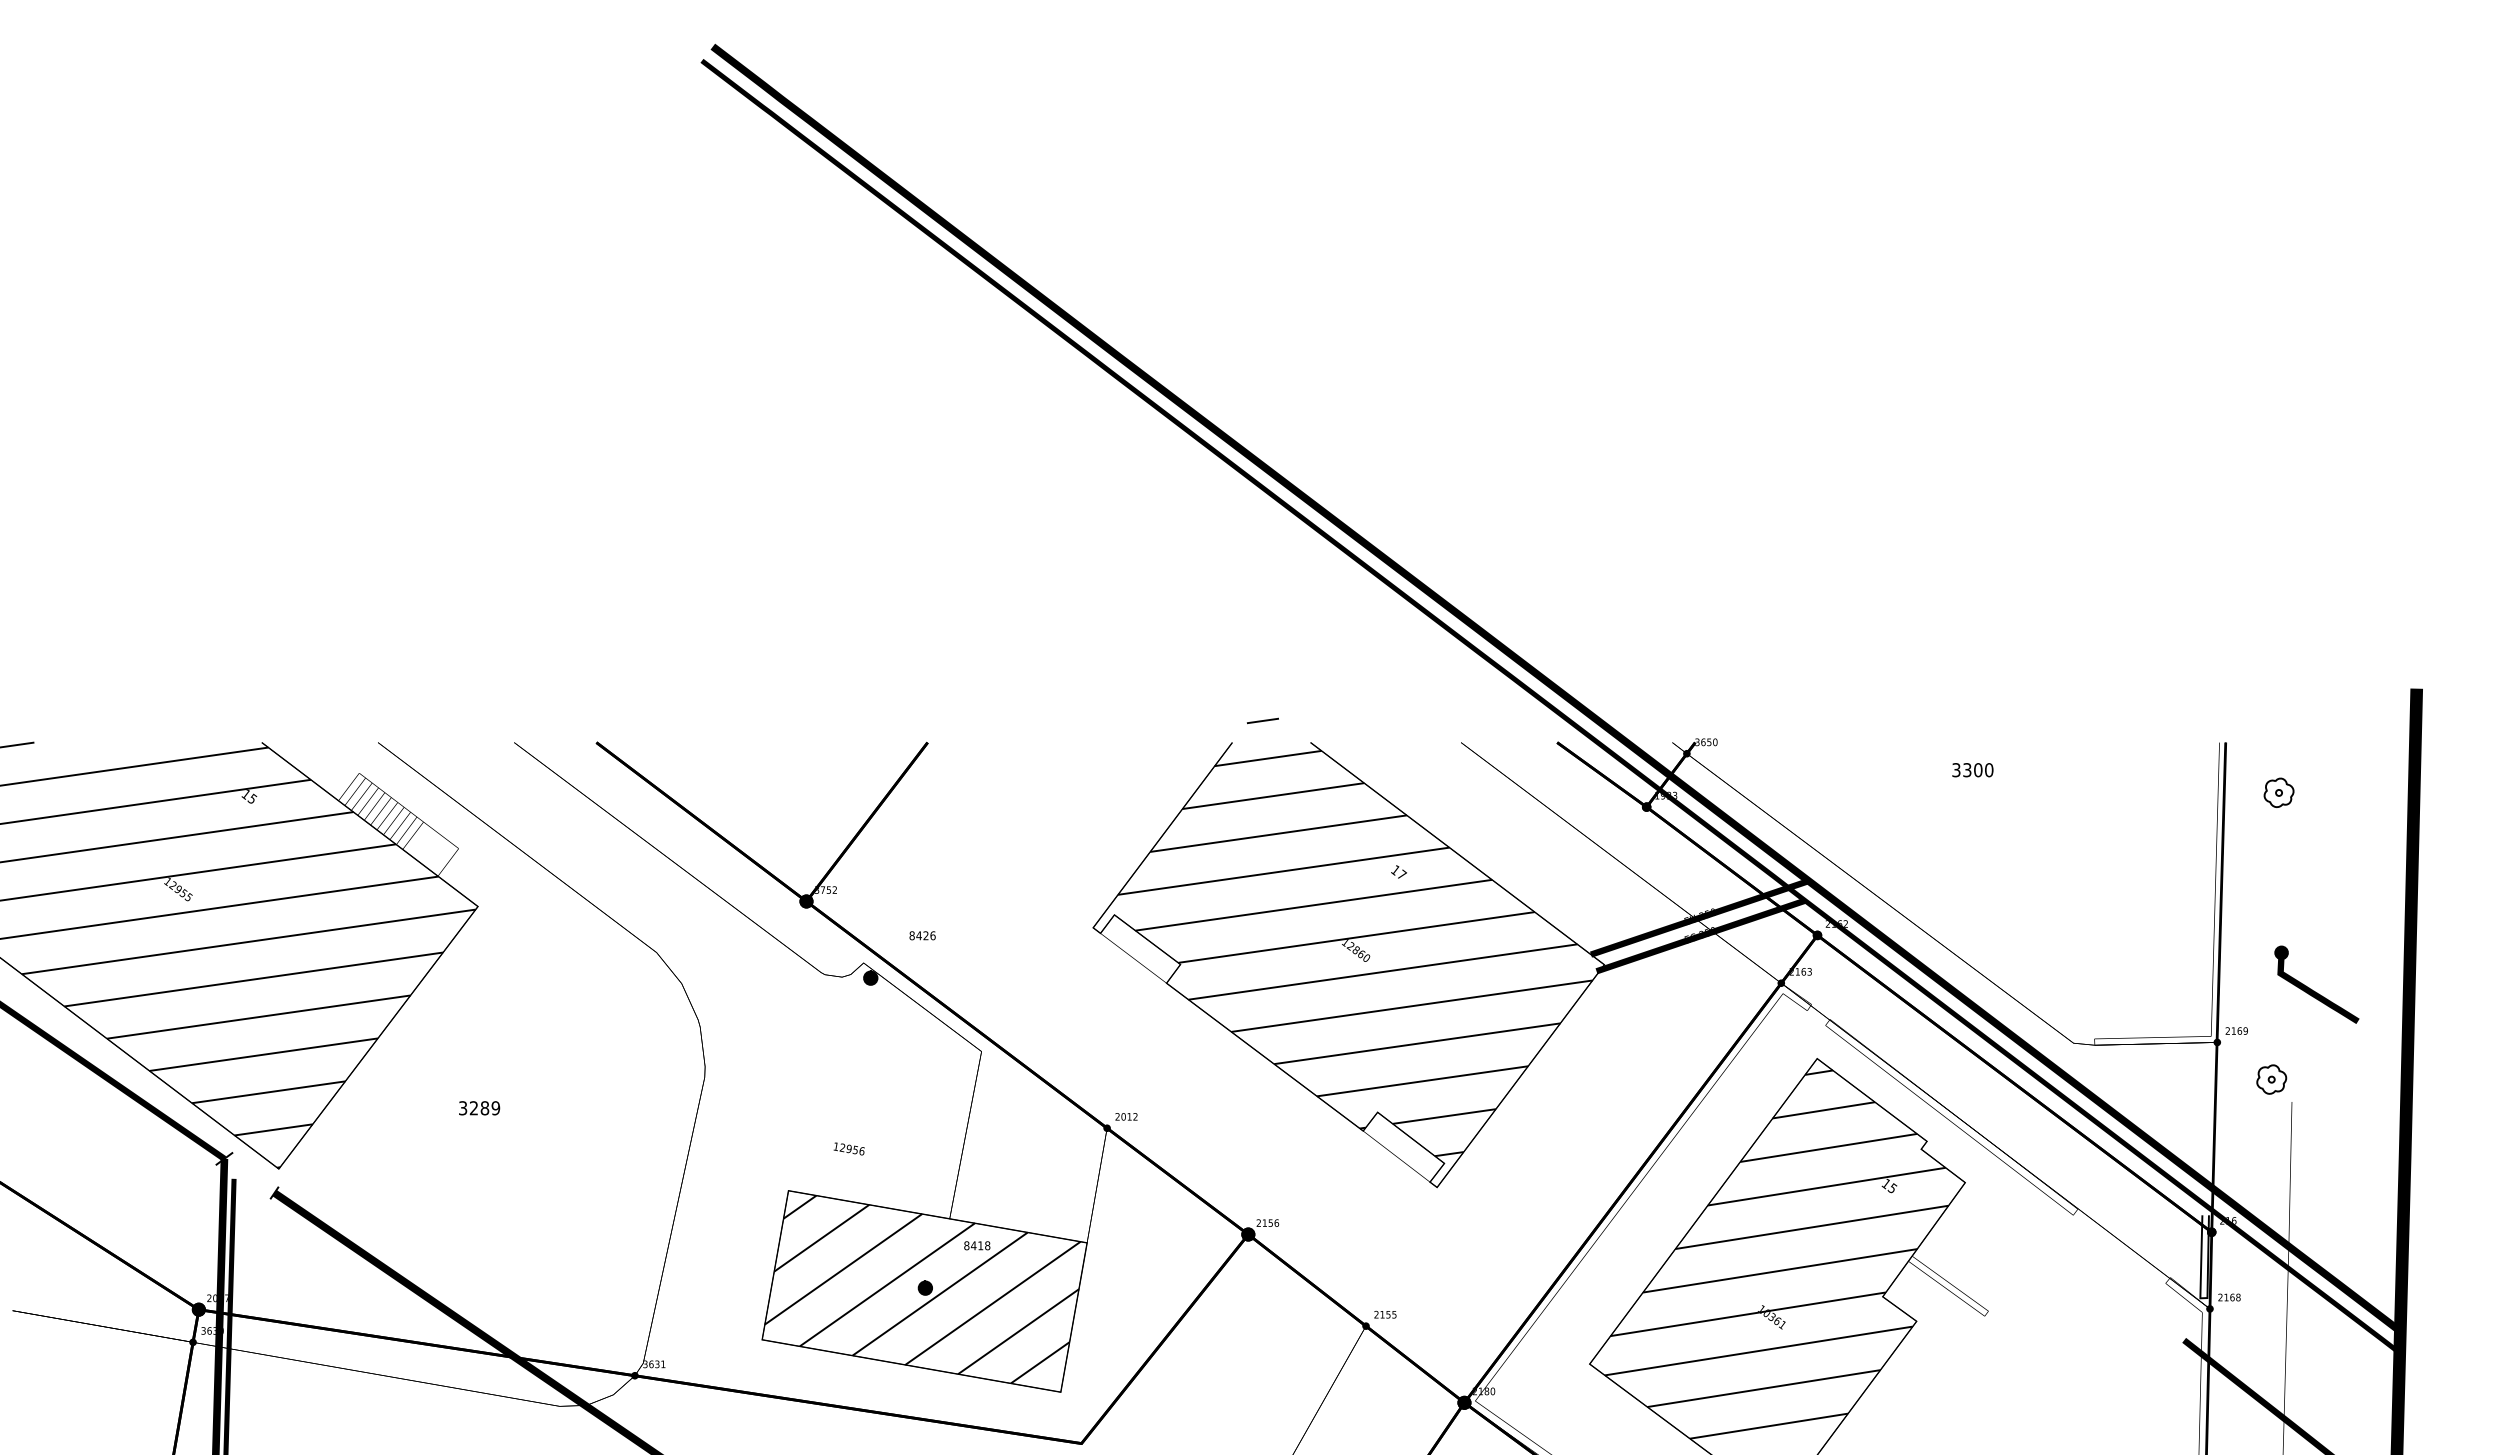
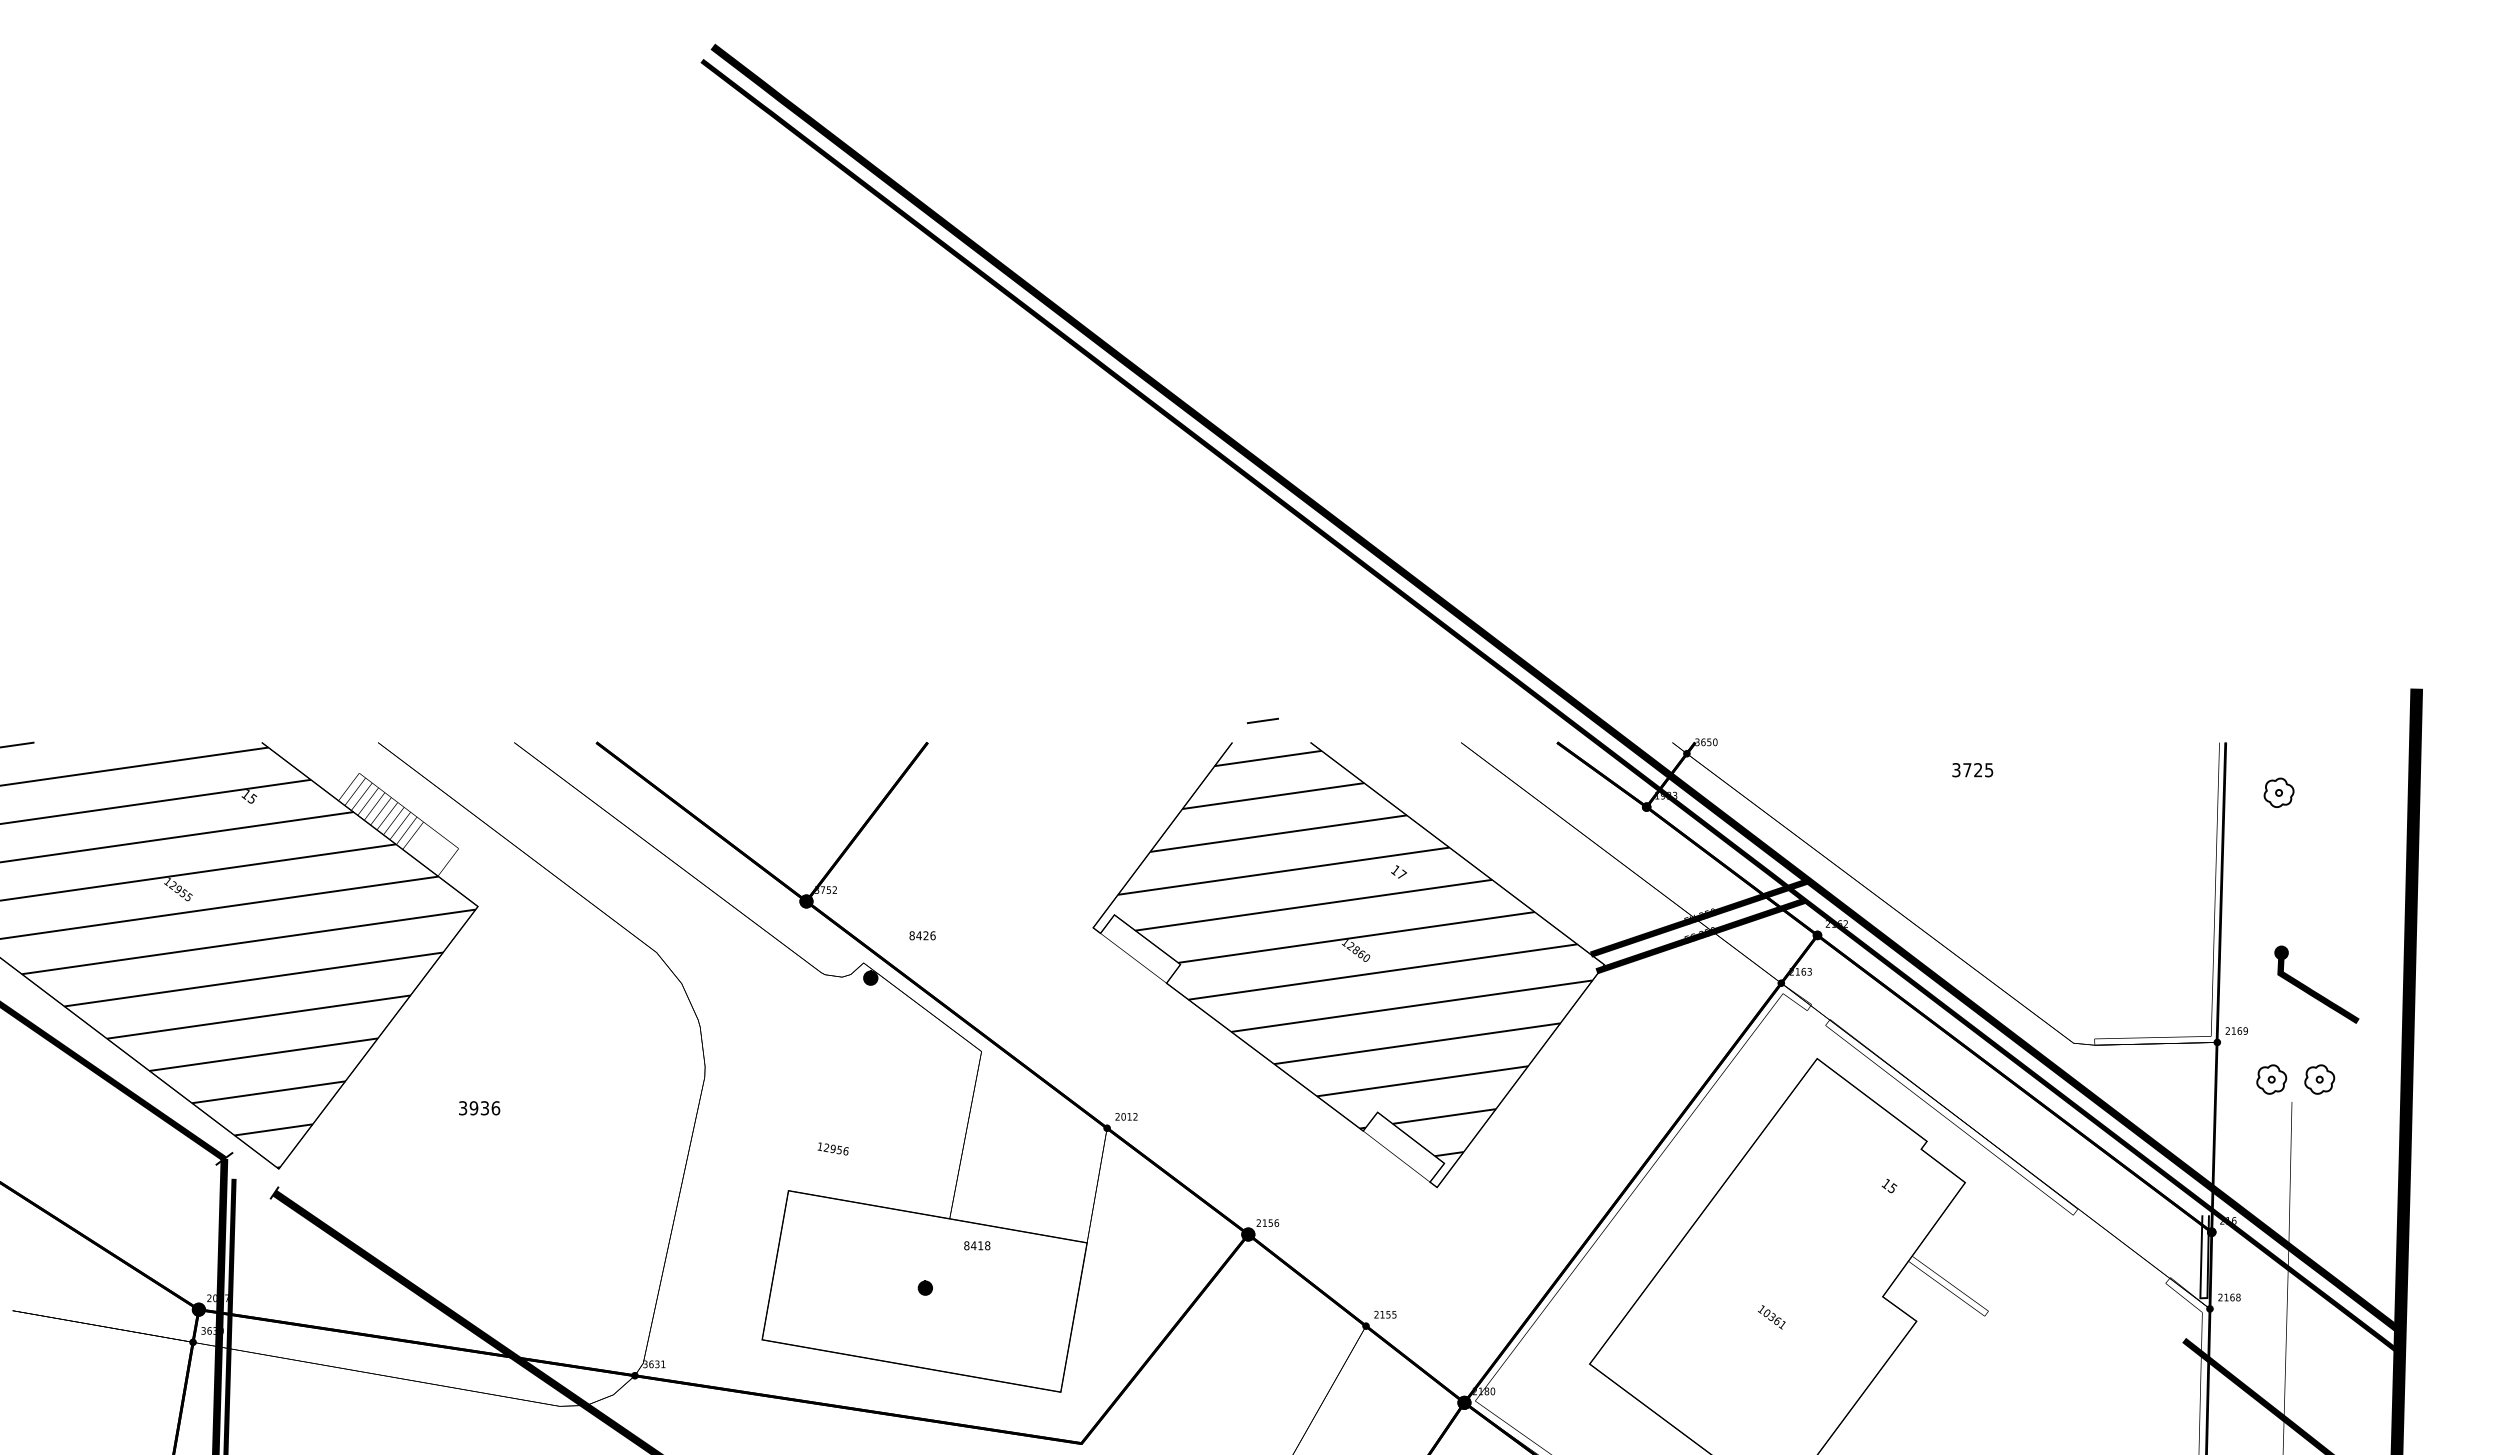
text at (1978, 770): 3300 -> 3725
part at (2319, 1079): none -> present
text at (484, 1108): 3289 -> 3936
text at (848, 1148) position: (848, 1148) -> (832, 1148)
hatch at (1776, 1254): present -> none
hatch at (922, 1289): present -> none
